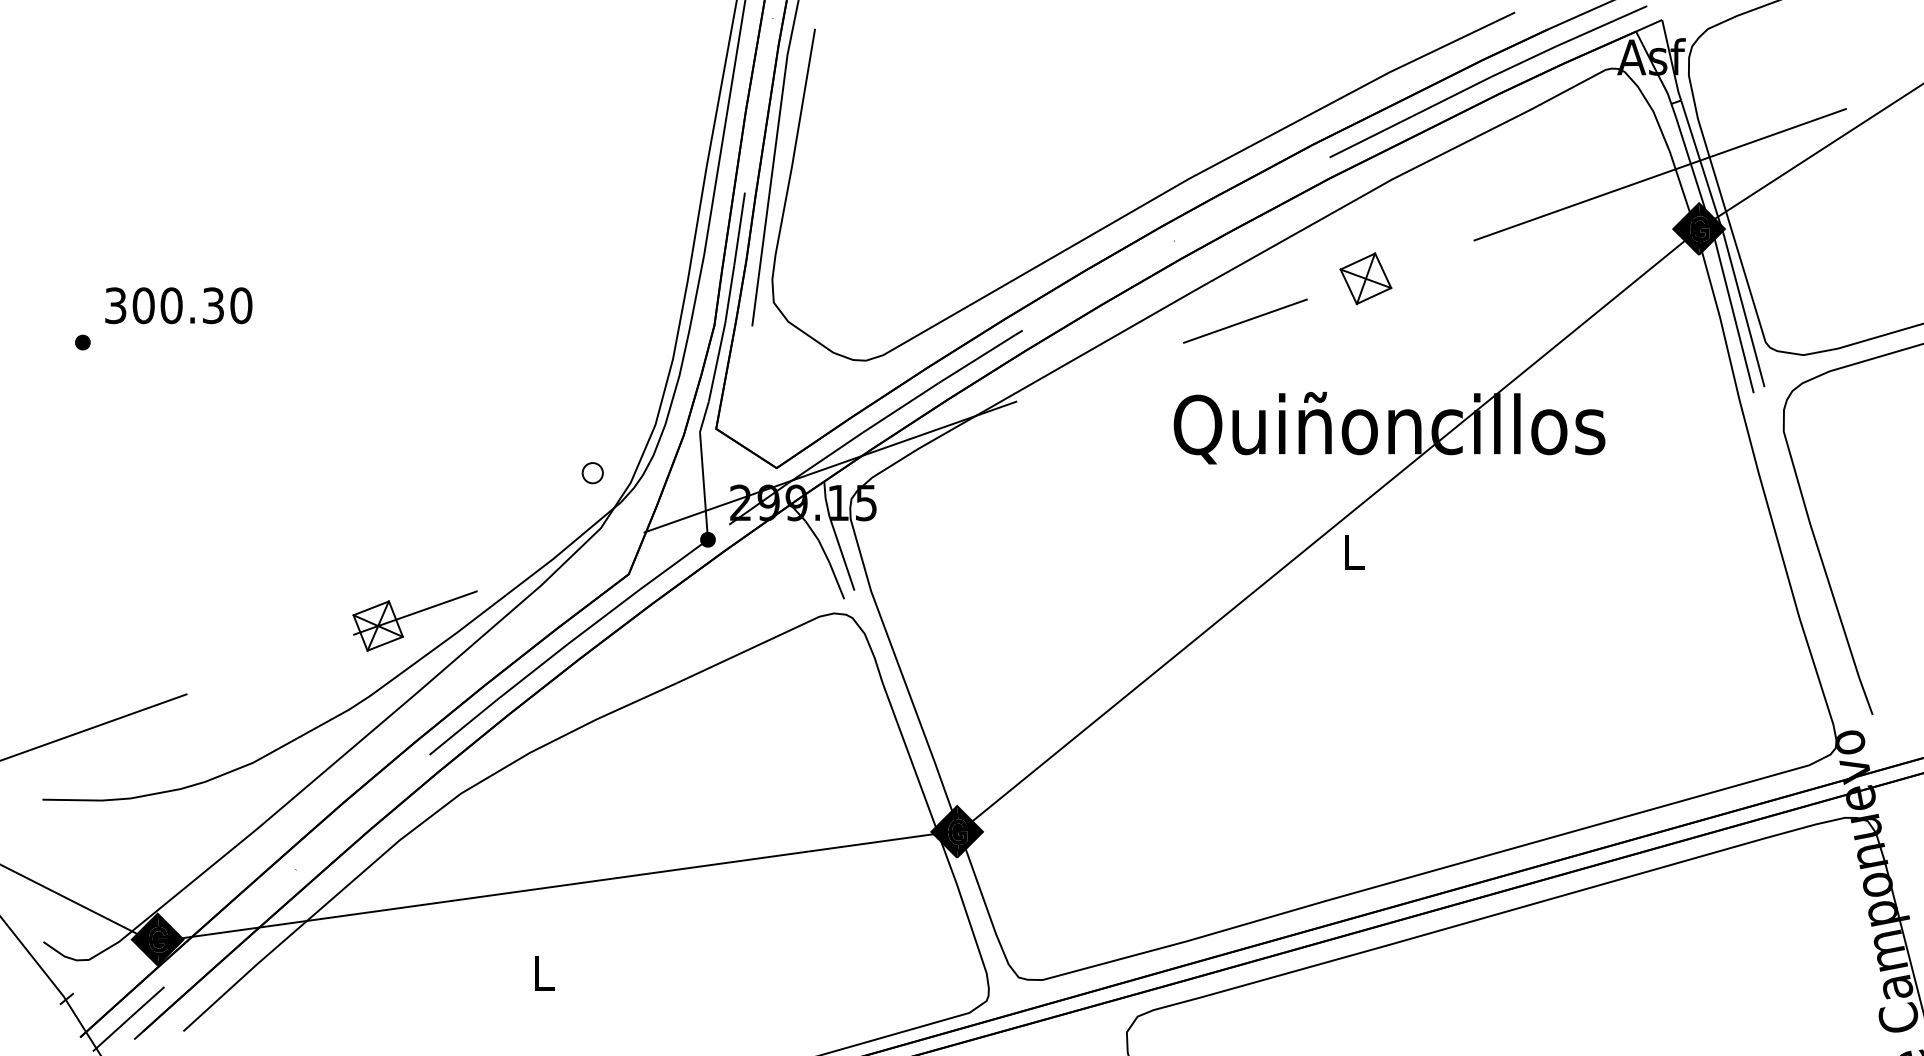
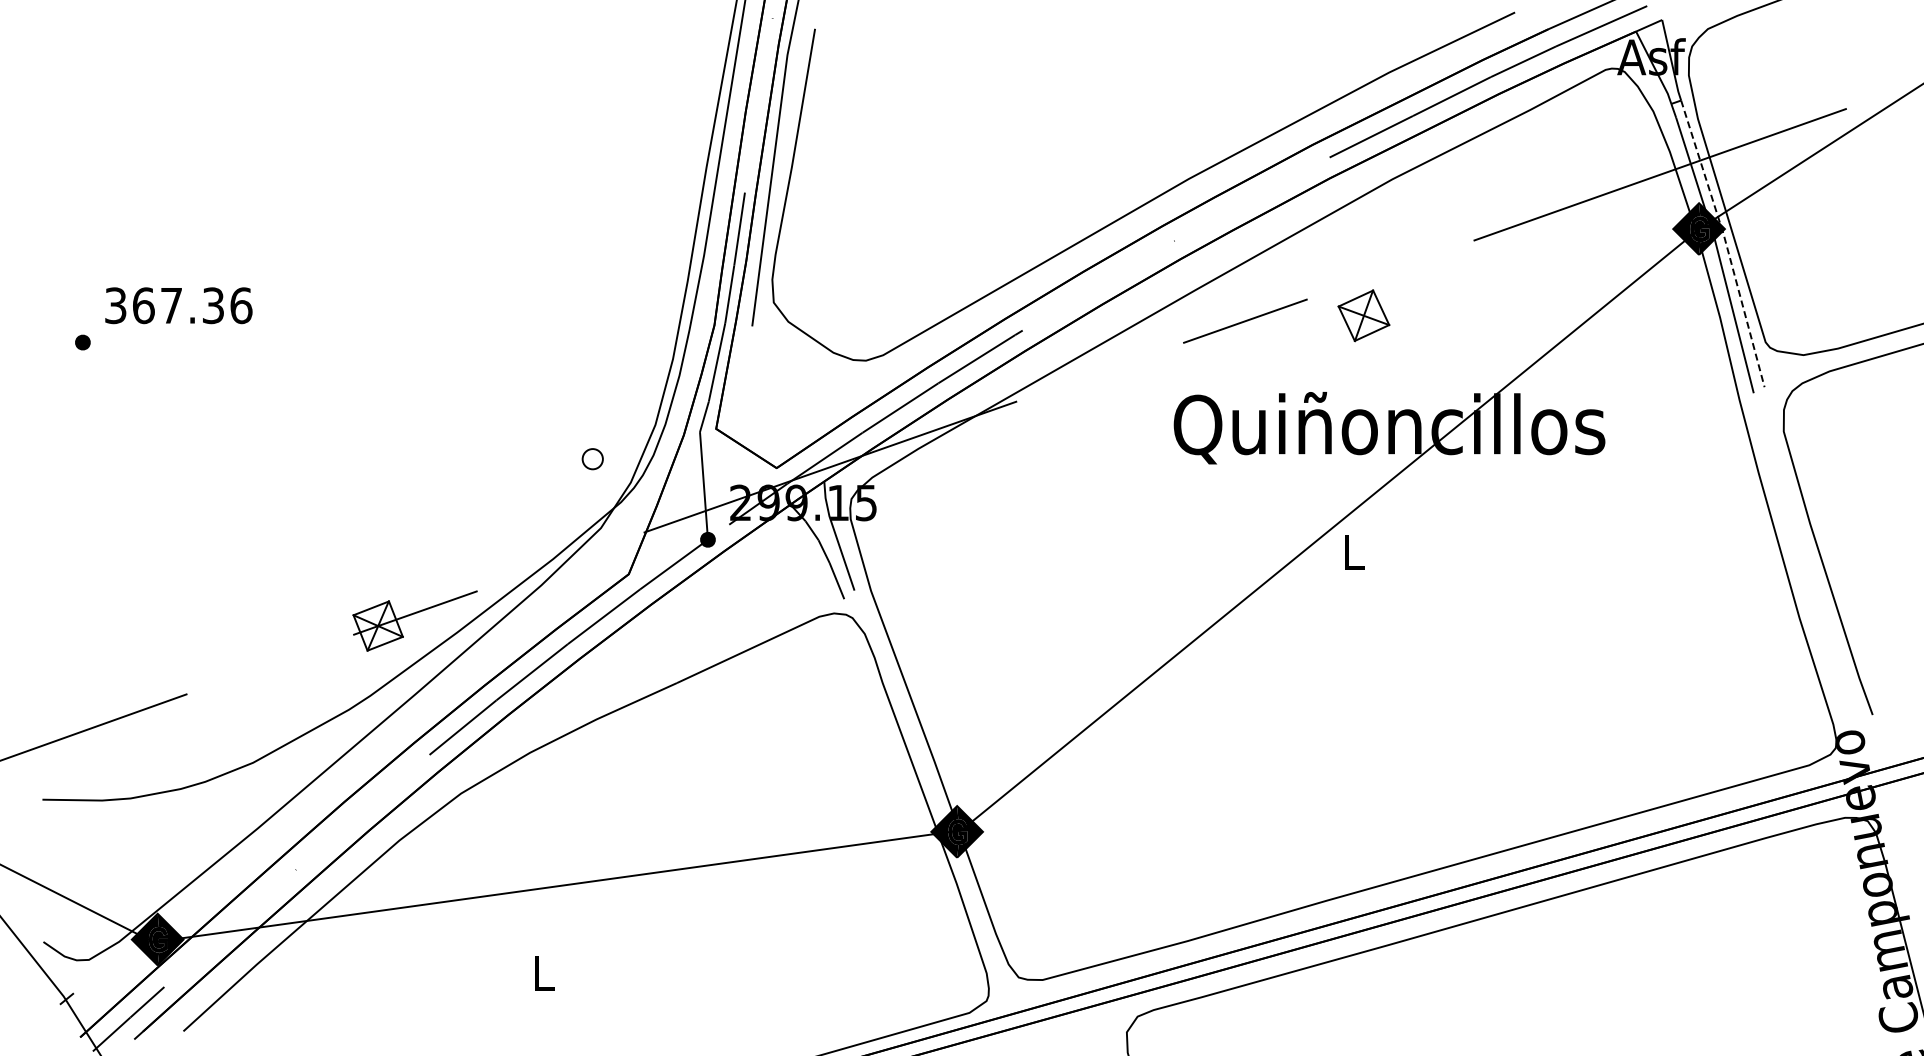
line at (1725, 242): solid -> dashed
part at (1365, 278) position: (1365, 278) -> (1363, 315)
text at (192, 305): 300.30 -> 367.36
part at (592, 473) position: (592, 473) -> (592, 459)
